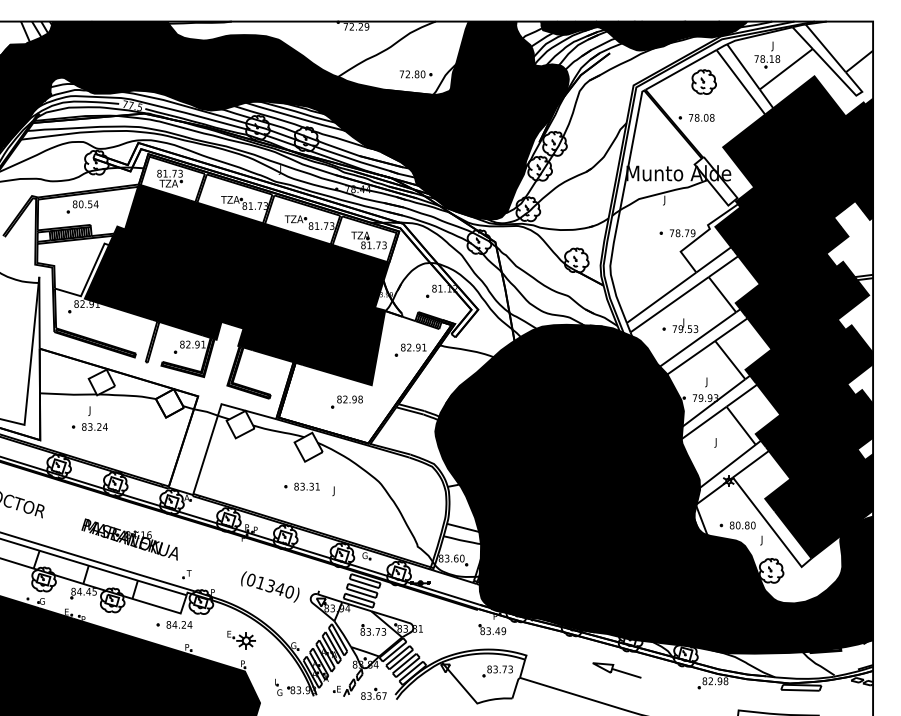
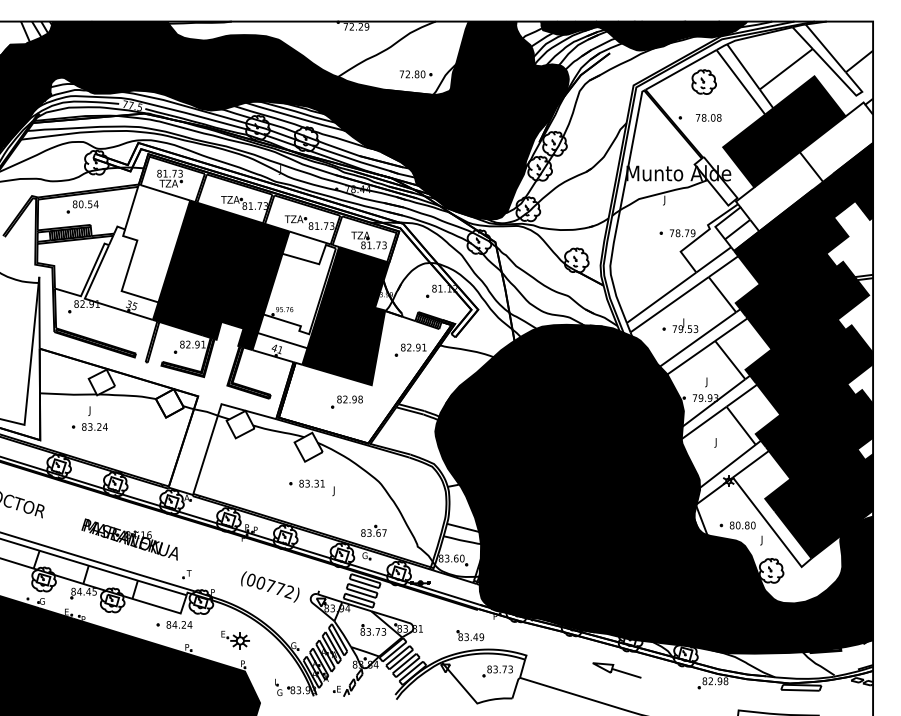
part at (767, 54): present -> none
text at (701, 117) position: (701, 117) -> (708, 117)
fill at (794, 174): present -> none
fill at (137, 251): present -> none
fill at (295, 297): present -> none
part at (301, 486) position: (301, 486) -> (306, 483)
text at (275, 587): (01340) -> (00772)
part at (492, 629) position: (492, 629) -> (470, 635)
part at (241, 639) position: (241, 639) -> (235, 639)
part at (373, 693) position: (373, 693) -> (373, 530)
